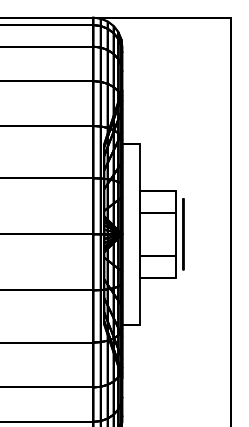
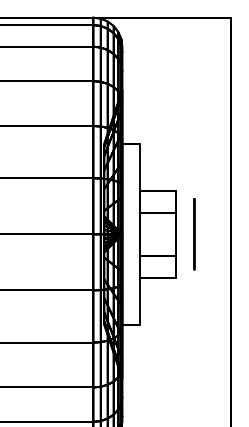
circle at (183, 234) position: (183, 234) -> (194, 234)
